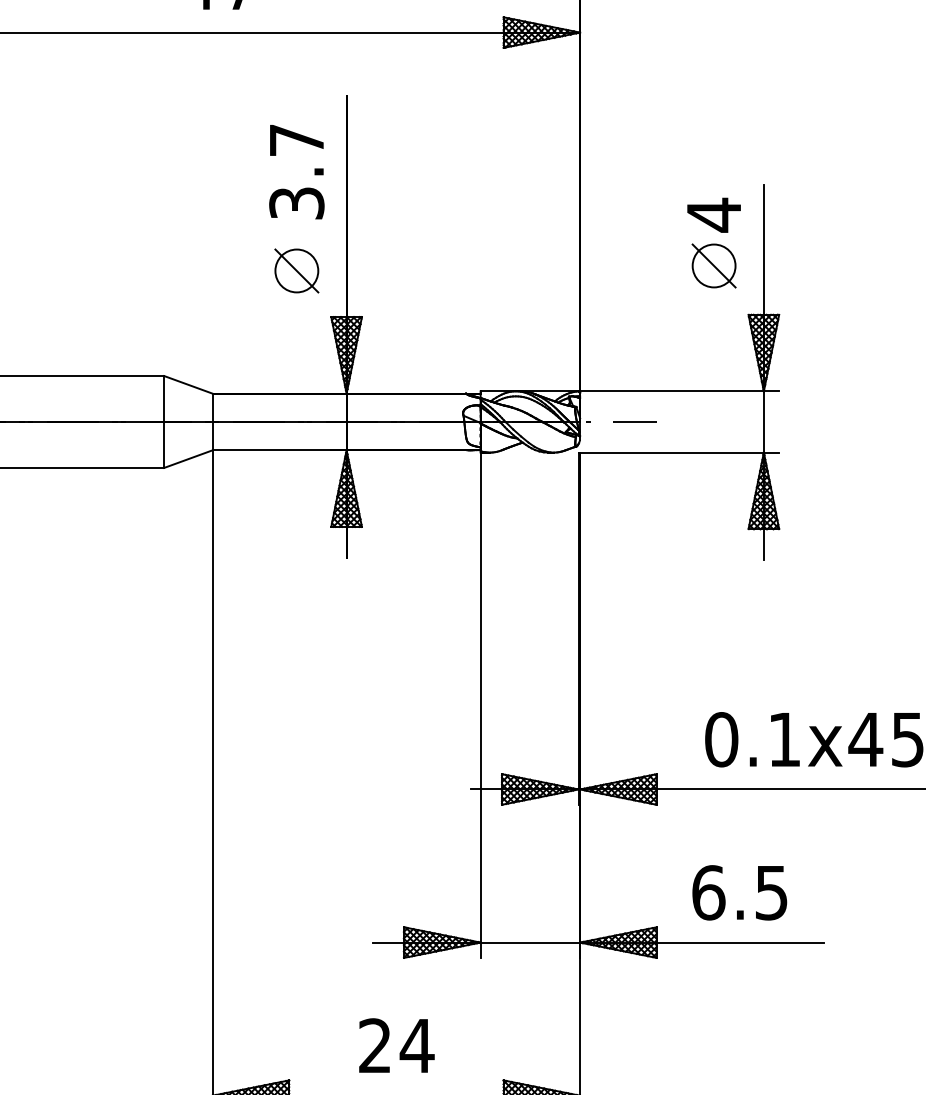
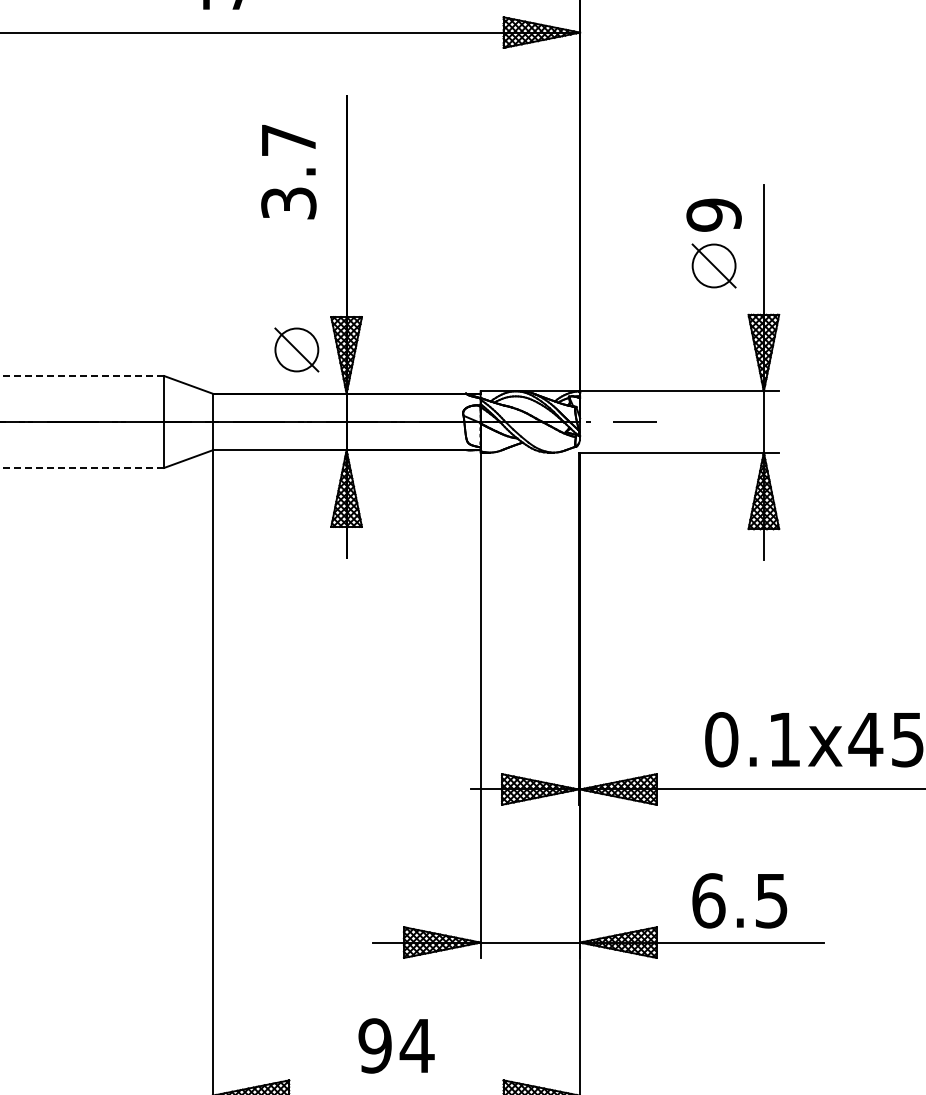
text at (296, 172) position: (296, 172) -> (288, 172)
text at (713, 214): 4 -> 9
part at (296, 270) position: (296, 270) -> (296, 349)
line at (82, 376): solid -> dashed
line at (82, 467): solid -> dashed
text at (739, 892) position: (739, 892) -> (739, 900)
text at (374, 1045): 24 -> 94
